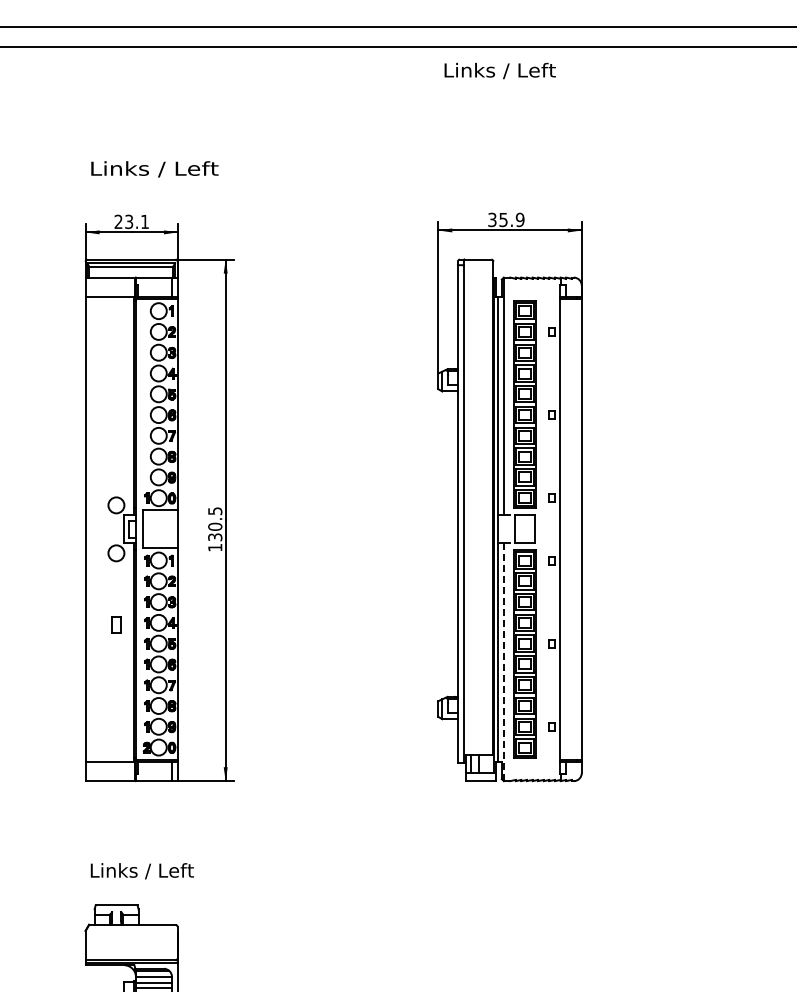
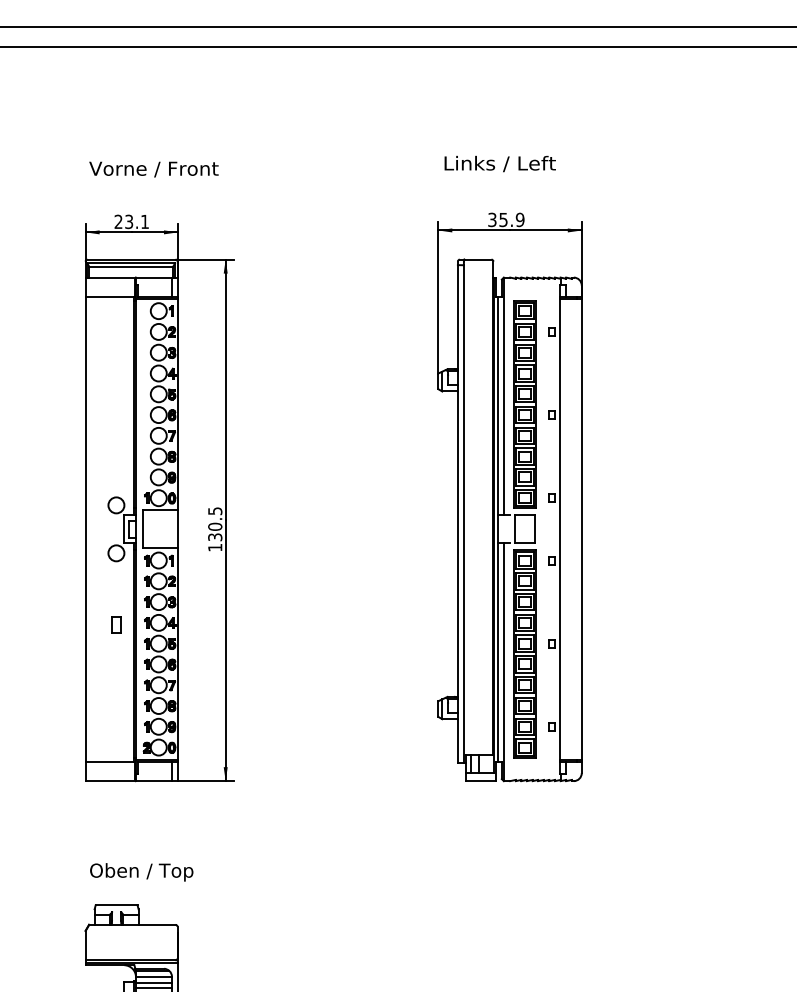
text at (499, 70) position: (499, 70) -> (499, 163)
text at (152, 169): Links / Left -> Vorne / Front
line at (504, 662): dashed -> solid
text at (141, 872): Links / Left -> Oben / Top
